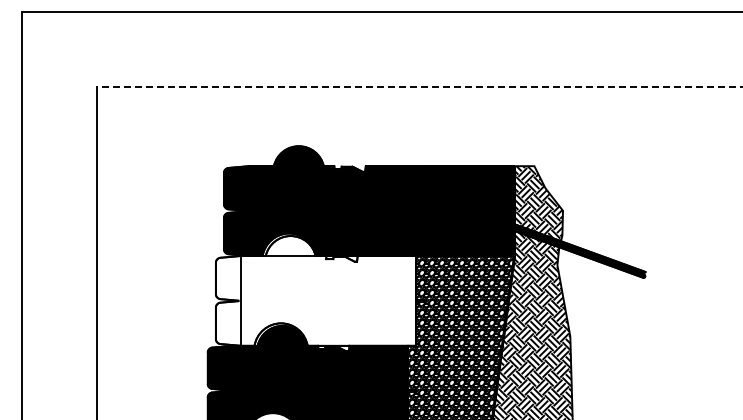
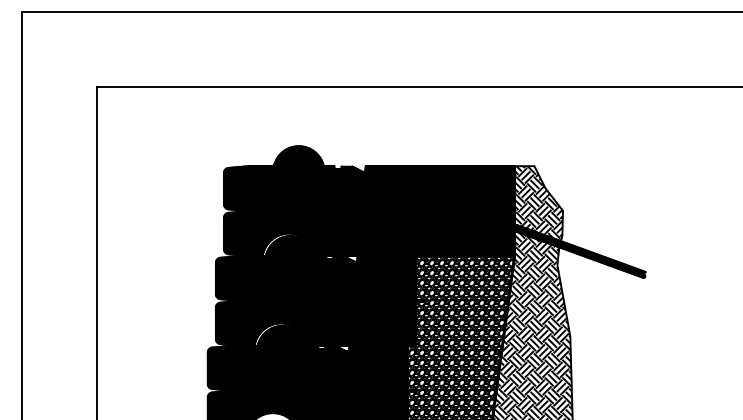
line at (420, 87): dashed -> solid
fill at (315, 290): none -> present
